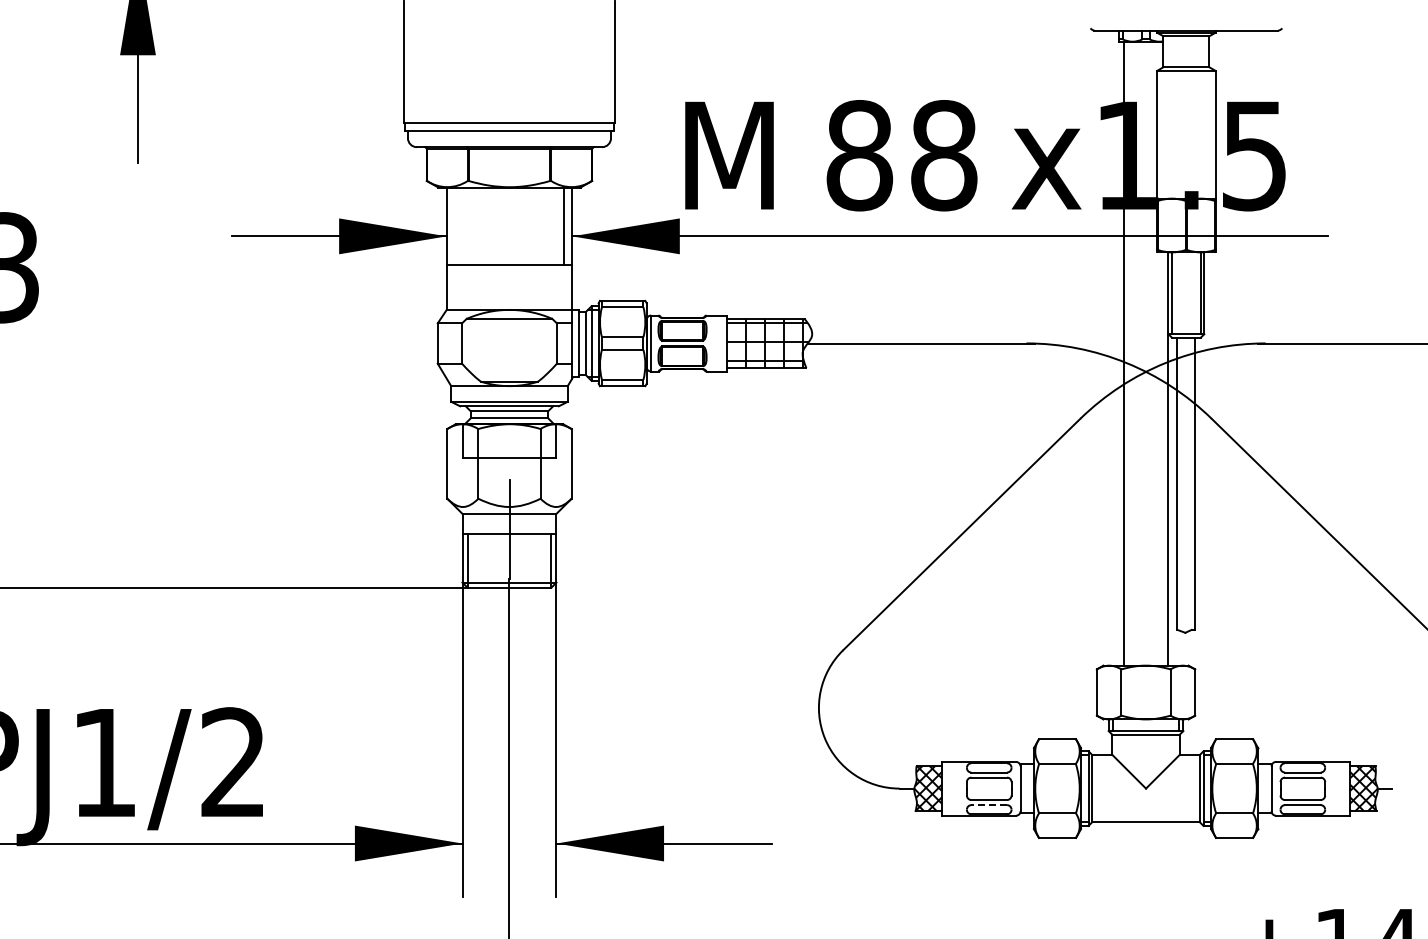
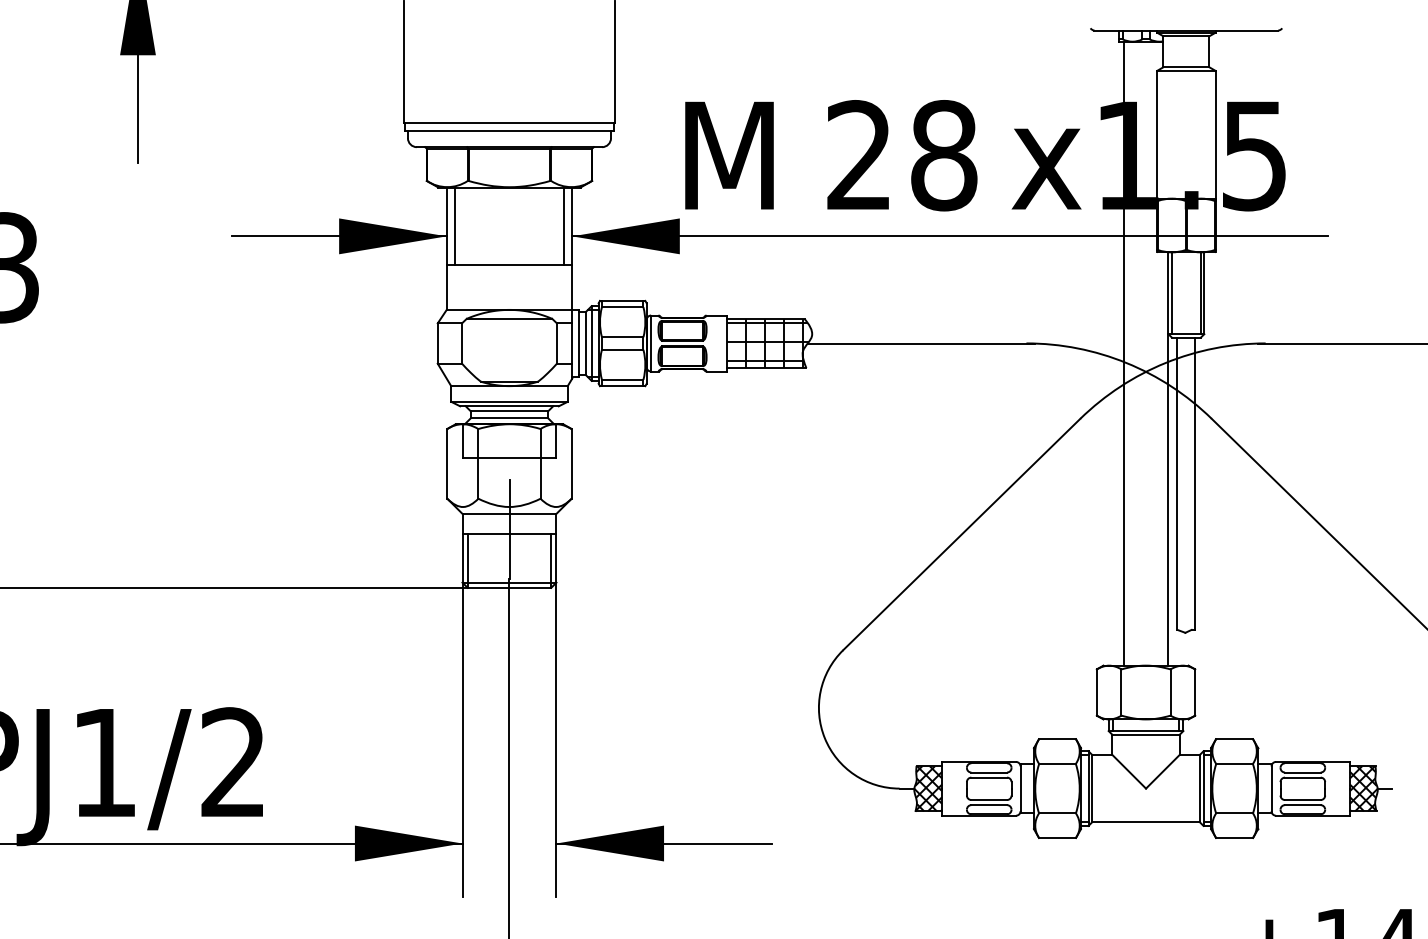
text at (859, 155): 88 -> 28
line at (454, 226): none -> present
line at (989, 805): dashed -> solid
